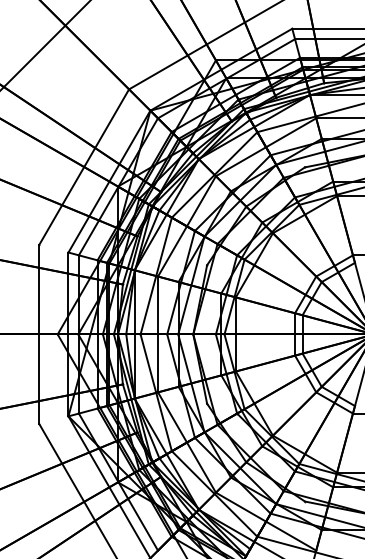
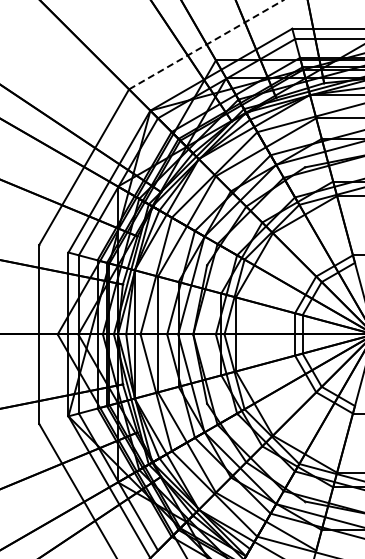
line at (206, 44): solid -> dashed
line at (45, 45): present -> none
